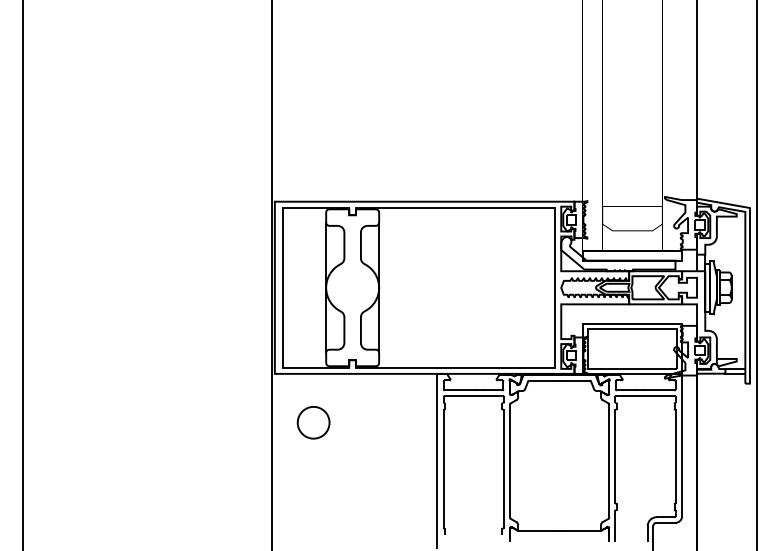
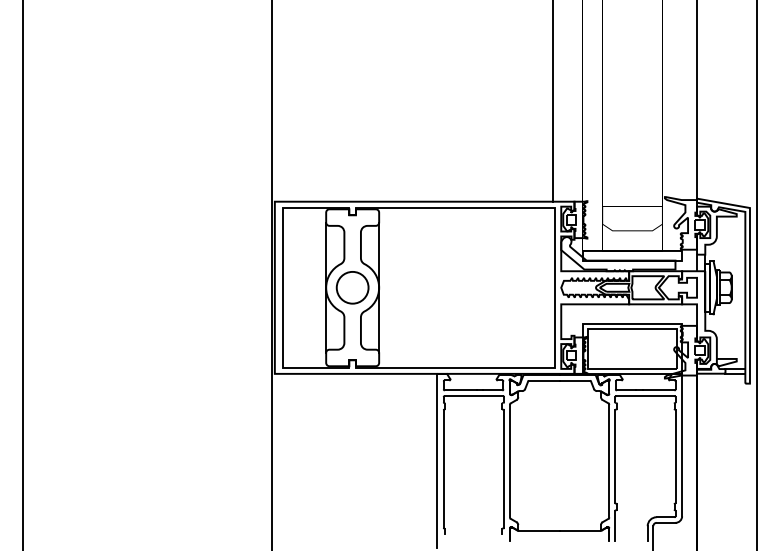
line at (552, 101): none -> present
circle at (313, 422) position: (313, 422) -> (352, 287)
